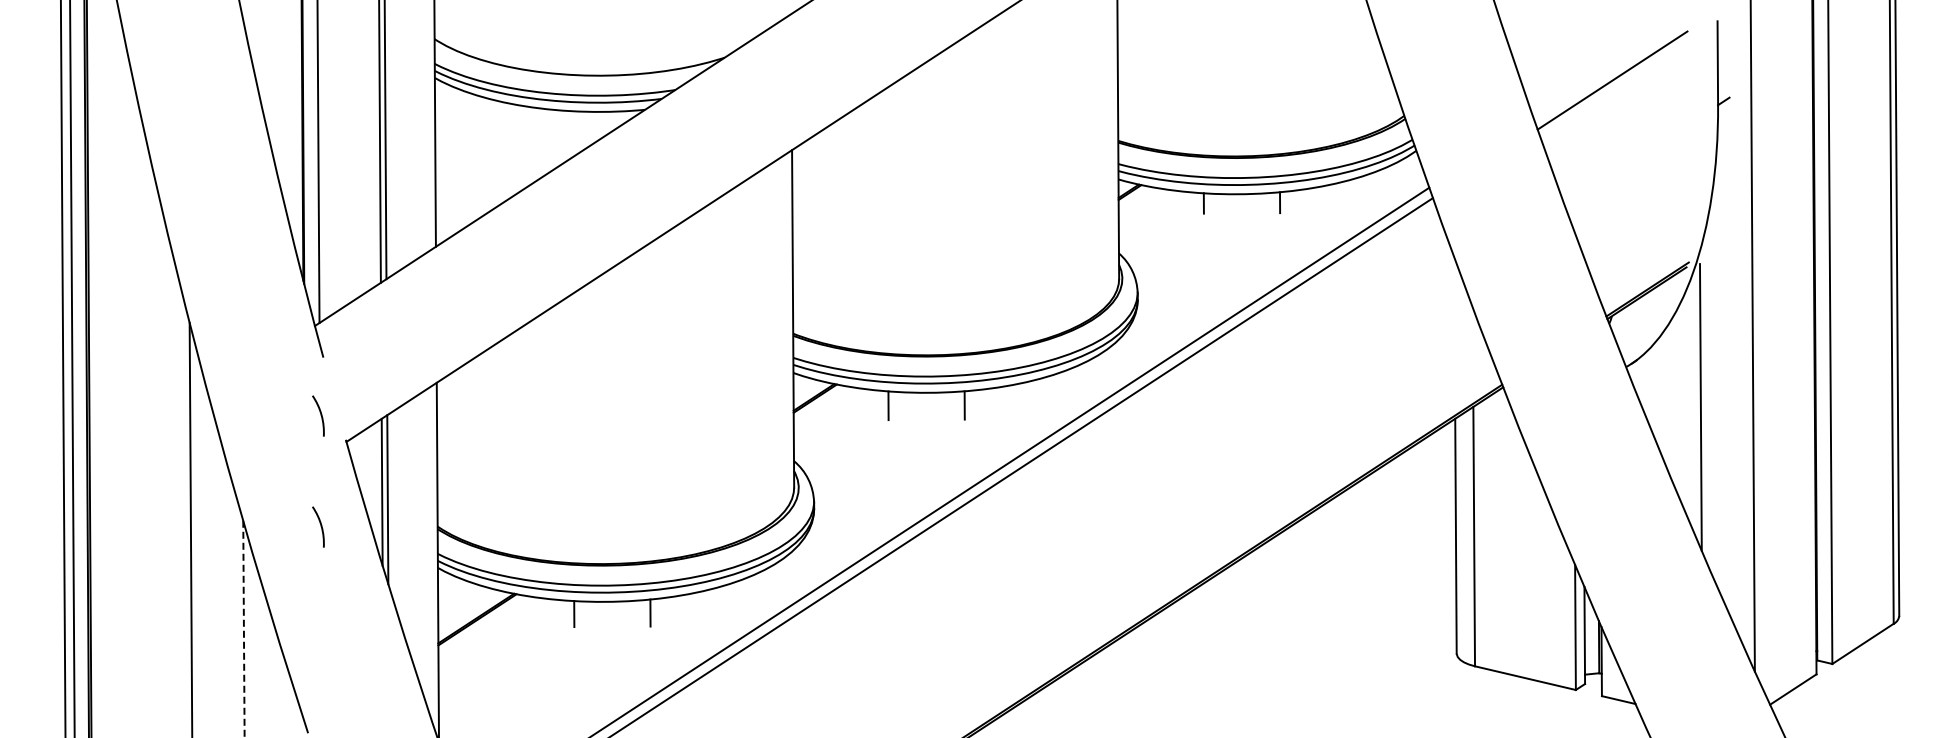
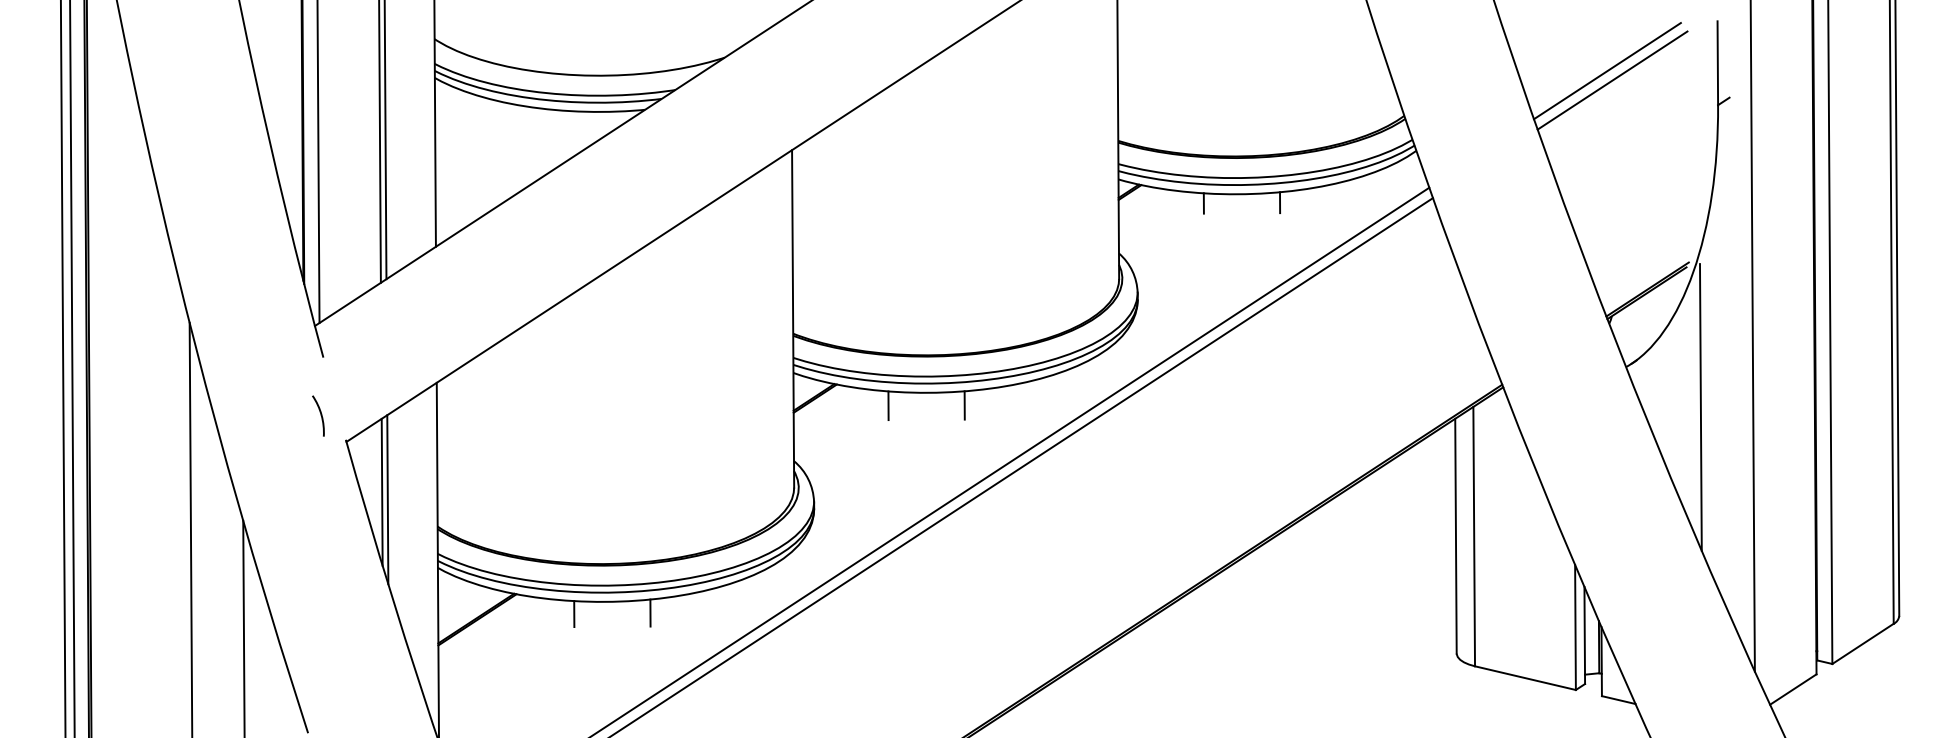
line at (1606, 71): none -> present
arc at (320, 526): present -> none
line at (243, 629): dashed -> solid
